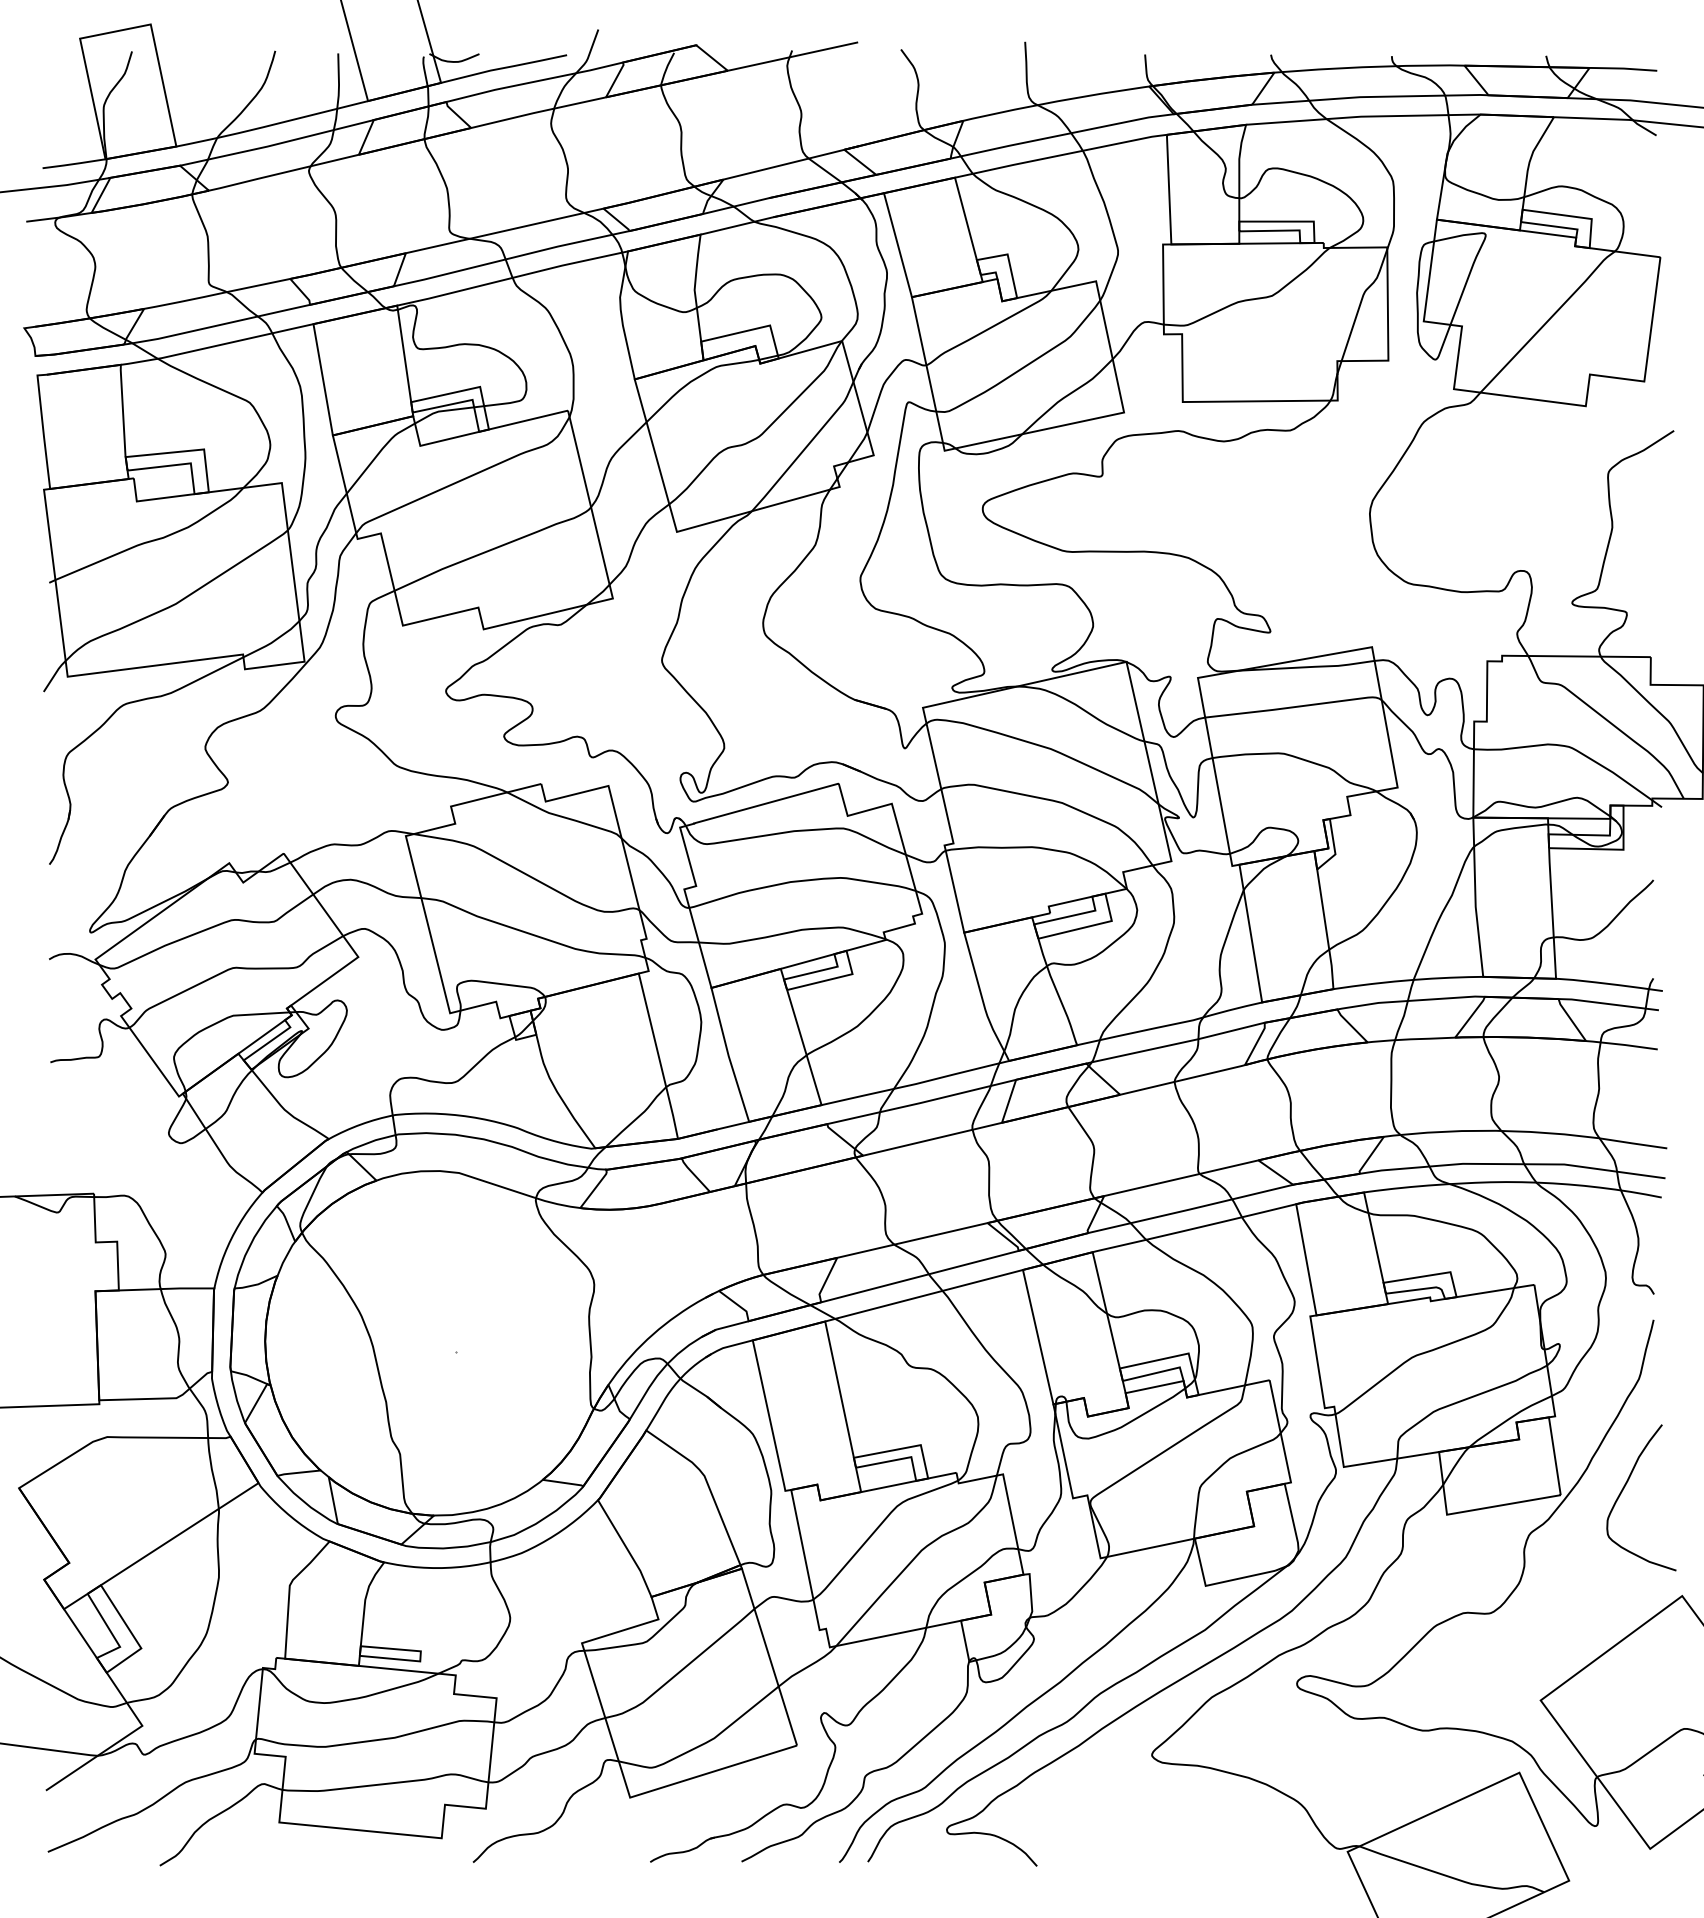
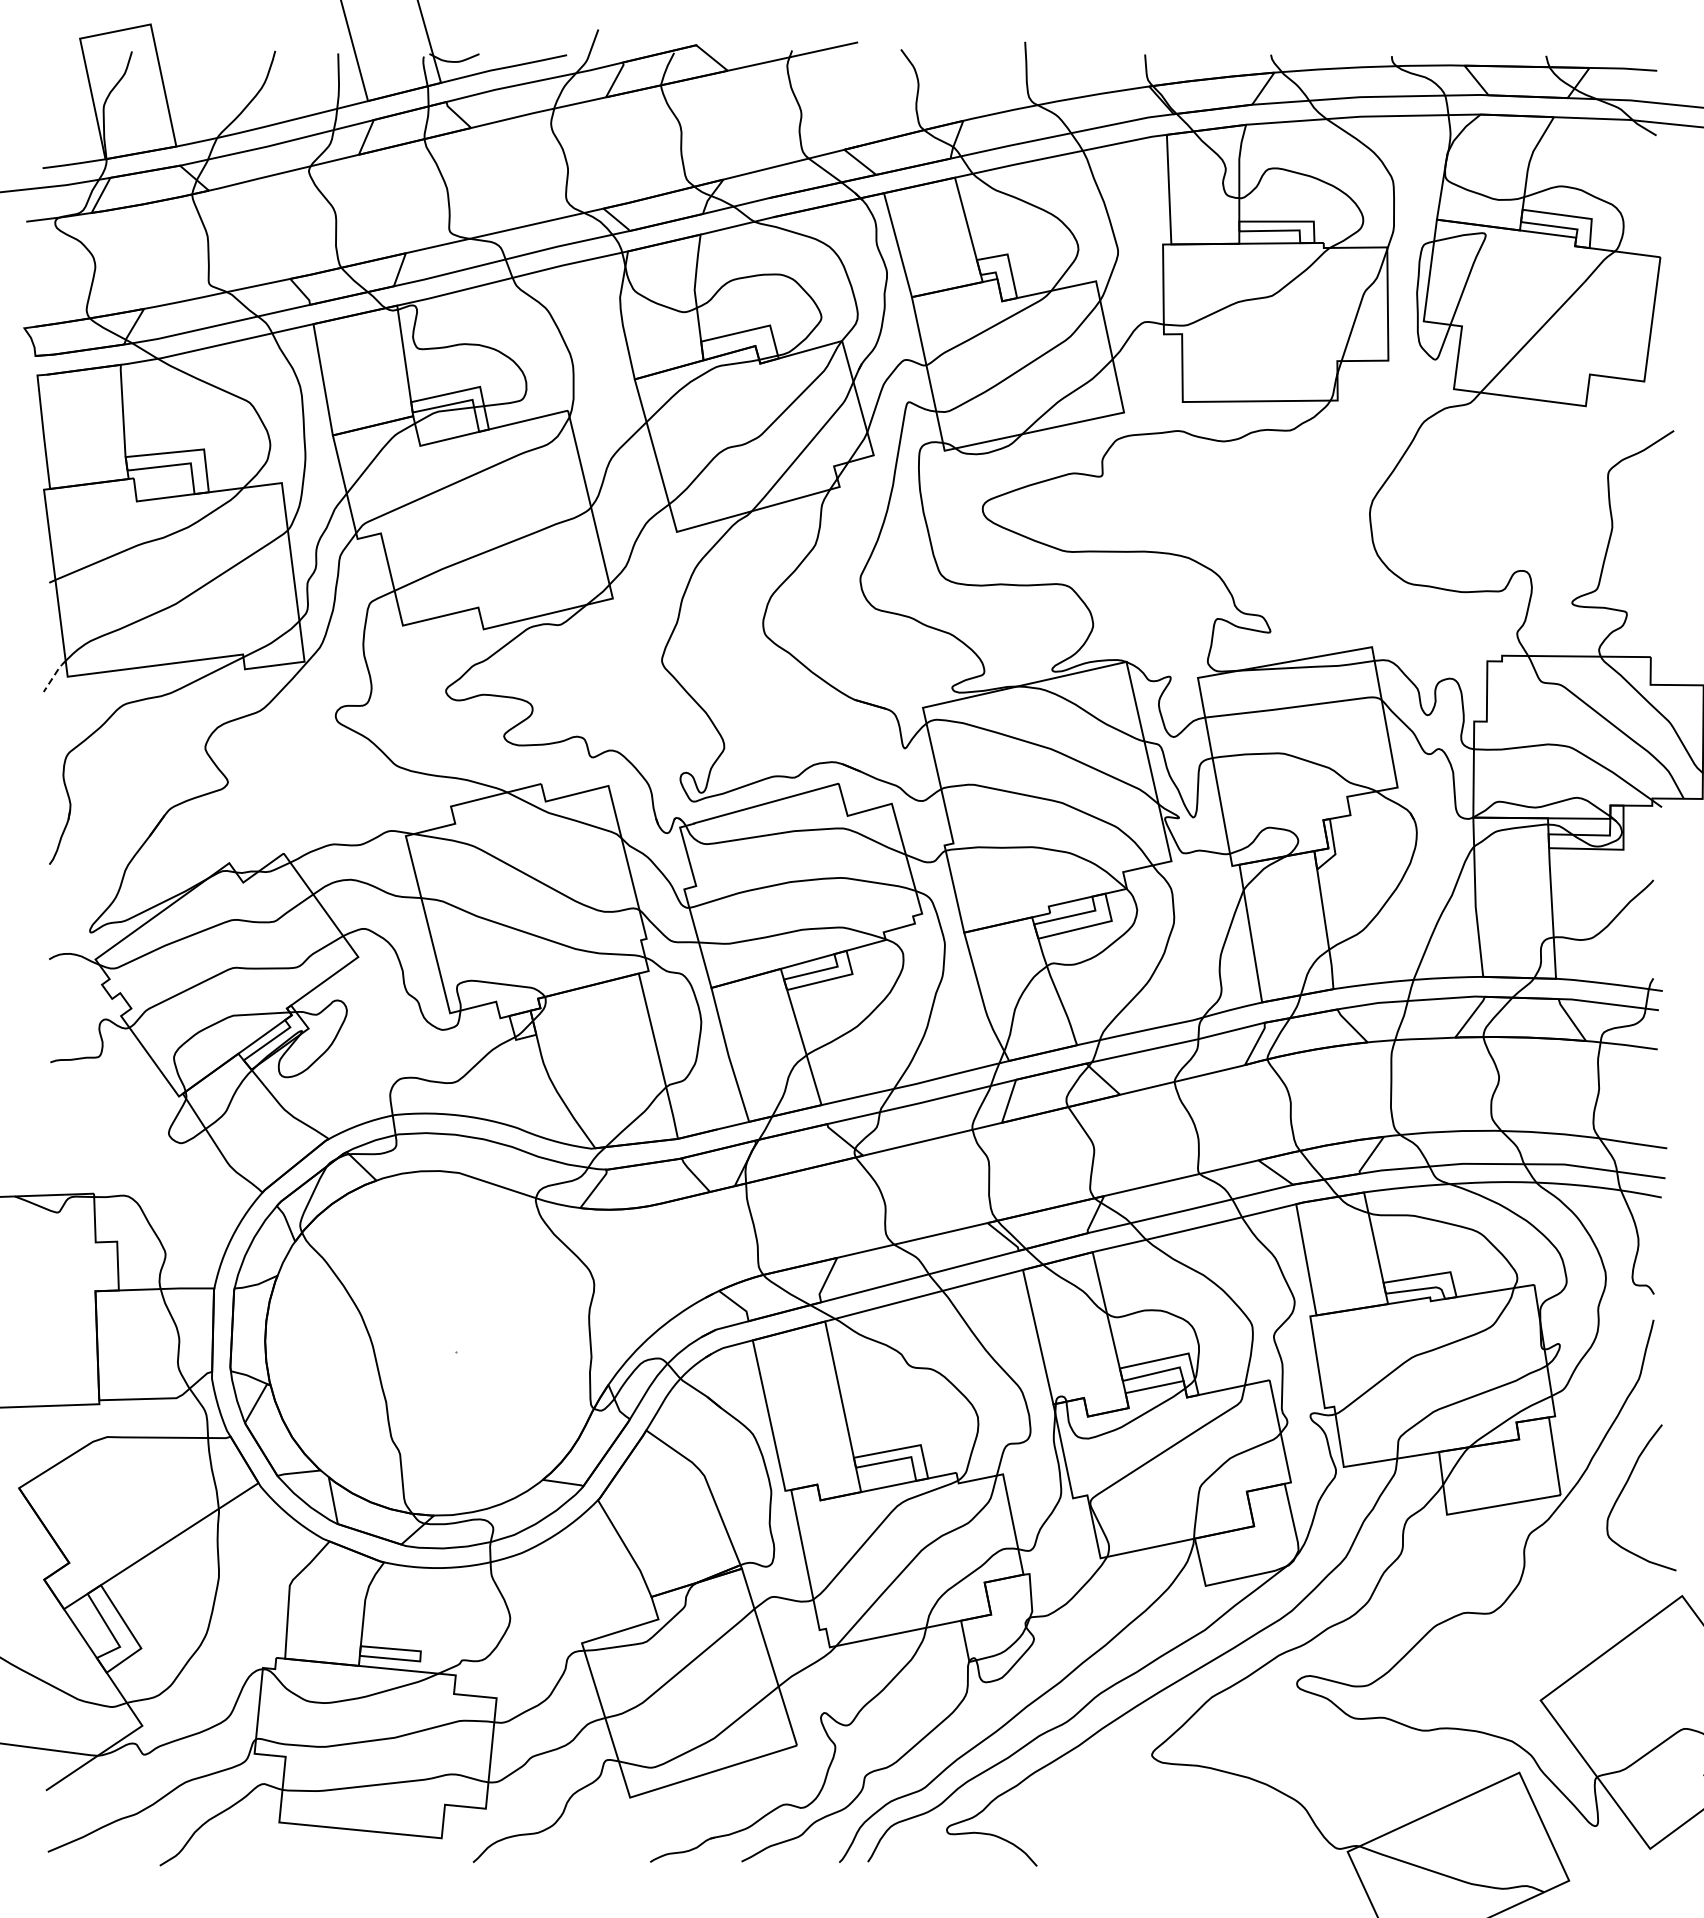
line at (54, 675): solid -> dashed
